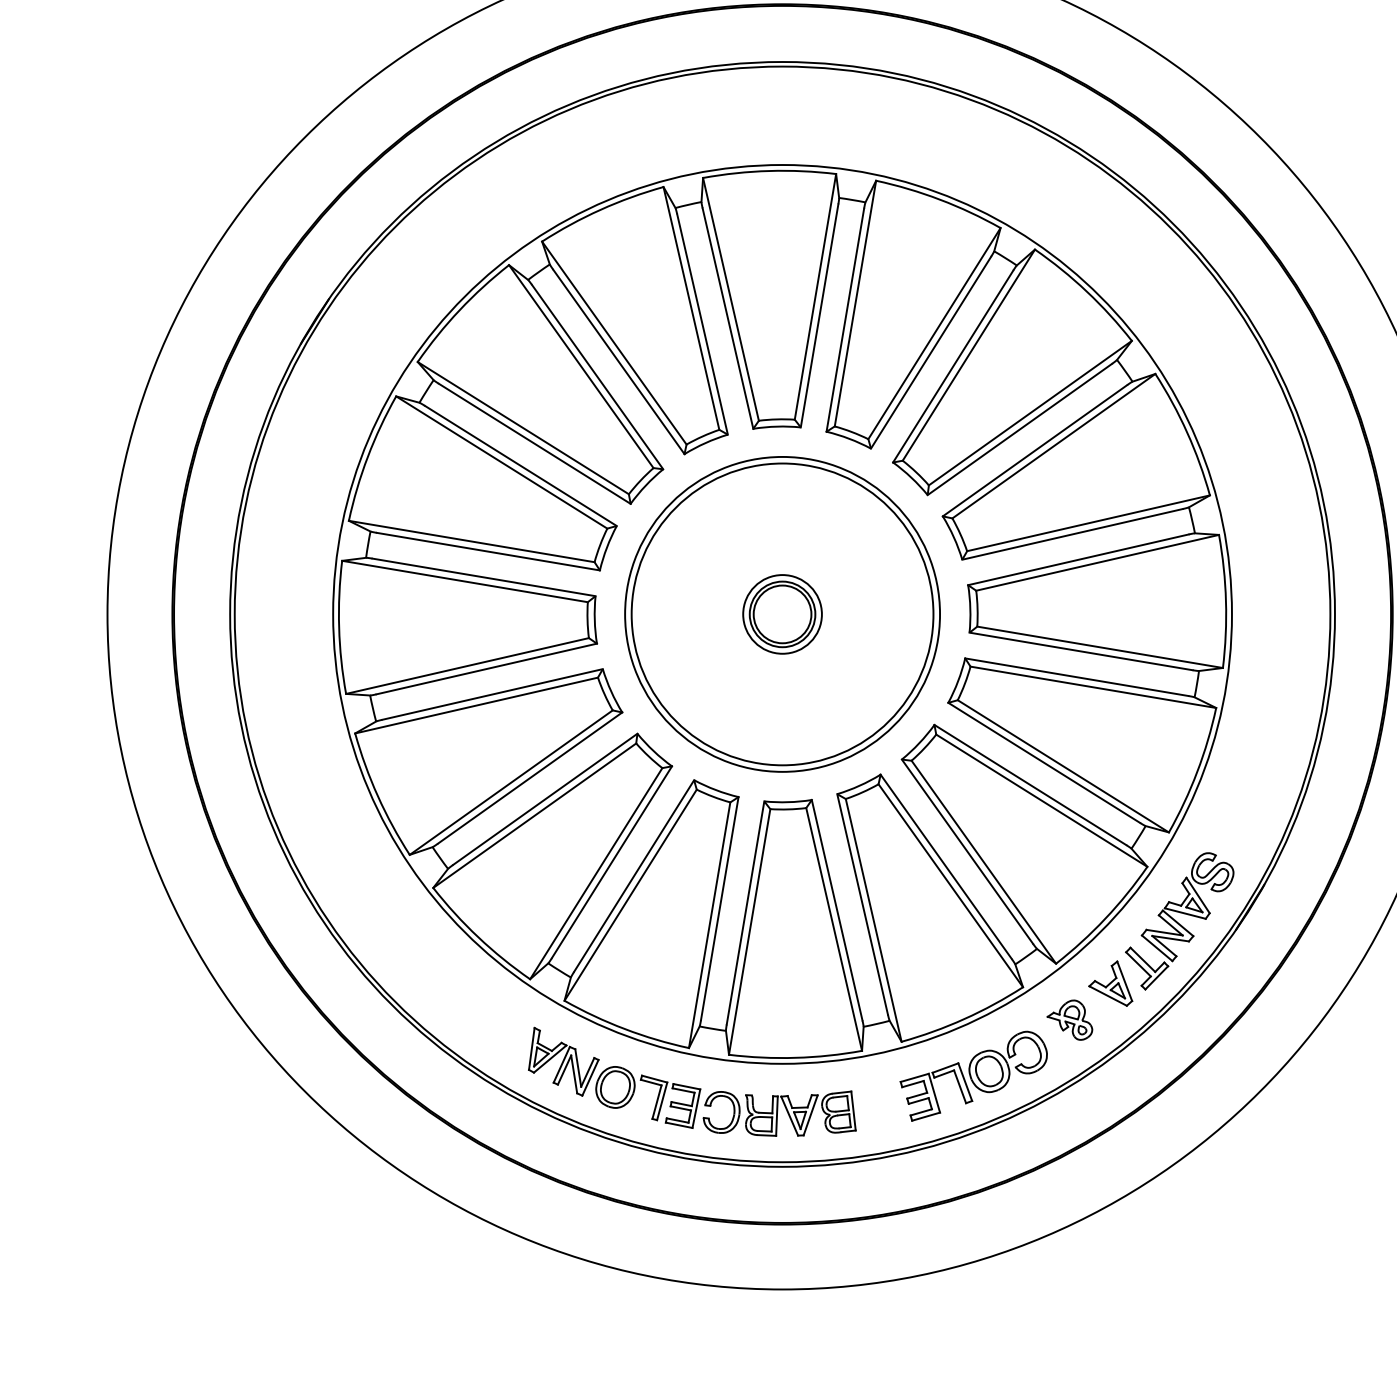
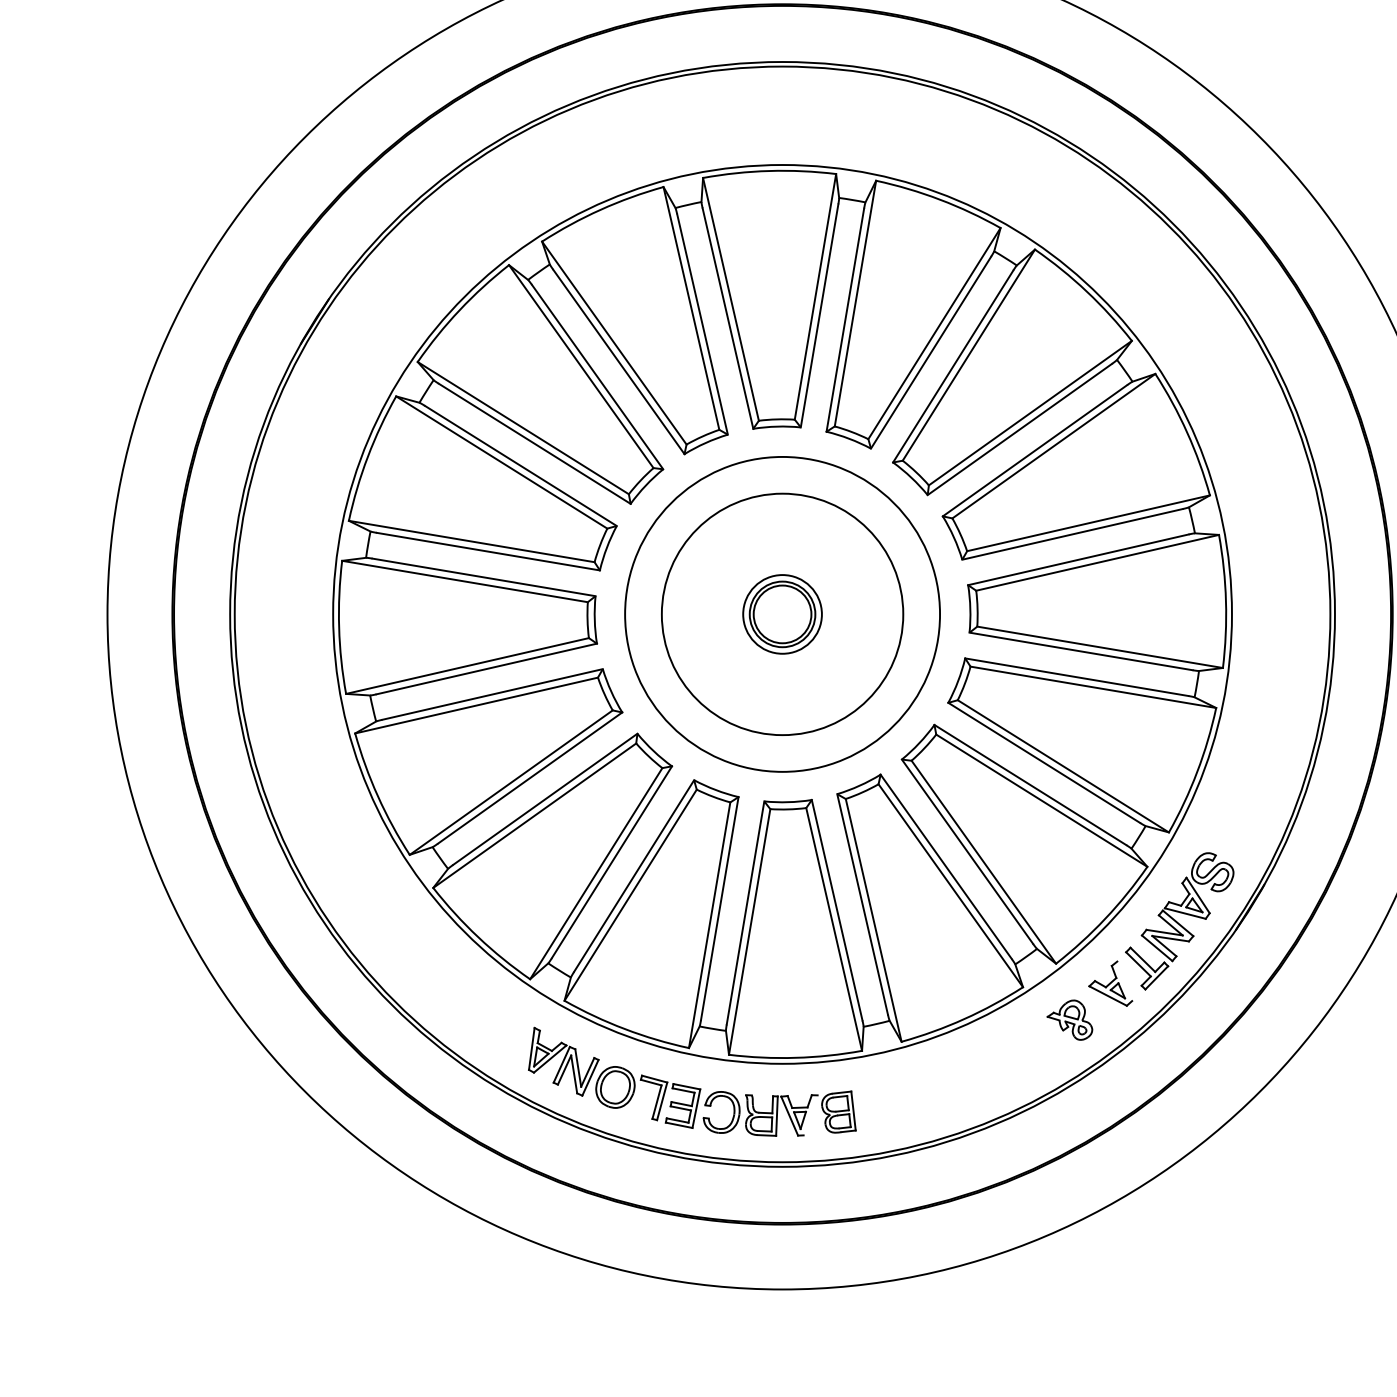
circle at (782, 614) diameter: 302 px -> 241 px
line at (1124, 981): present -> none
part at (973, 1075): present -> none
line at (810, 1115): present -> none
